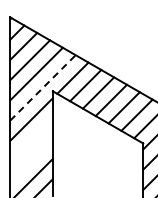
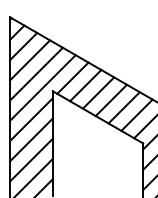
line at (43, 87): dashed -> solid
line at (31, 139): none -> present
line at (31, 159): none -> present
